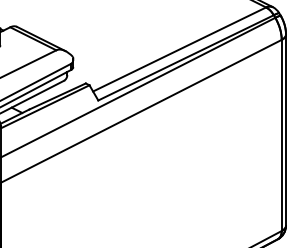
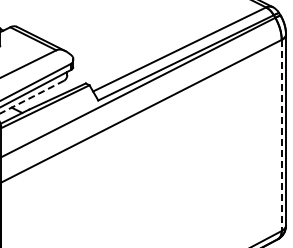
line at (32, 97): solid -> dashed
line at (281, 135): solid -> dashed
